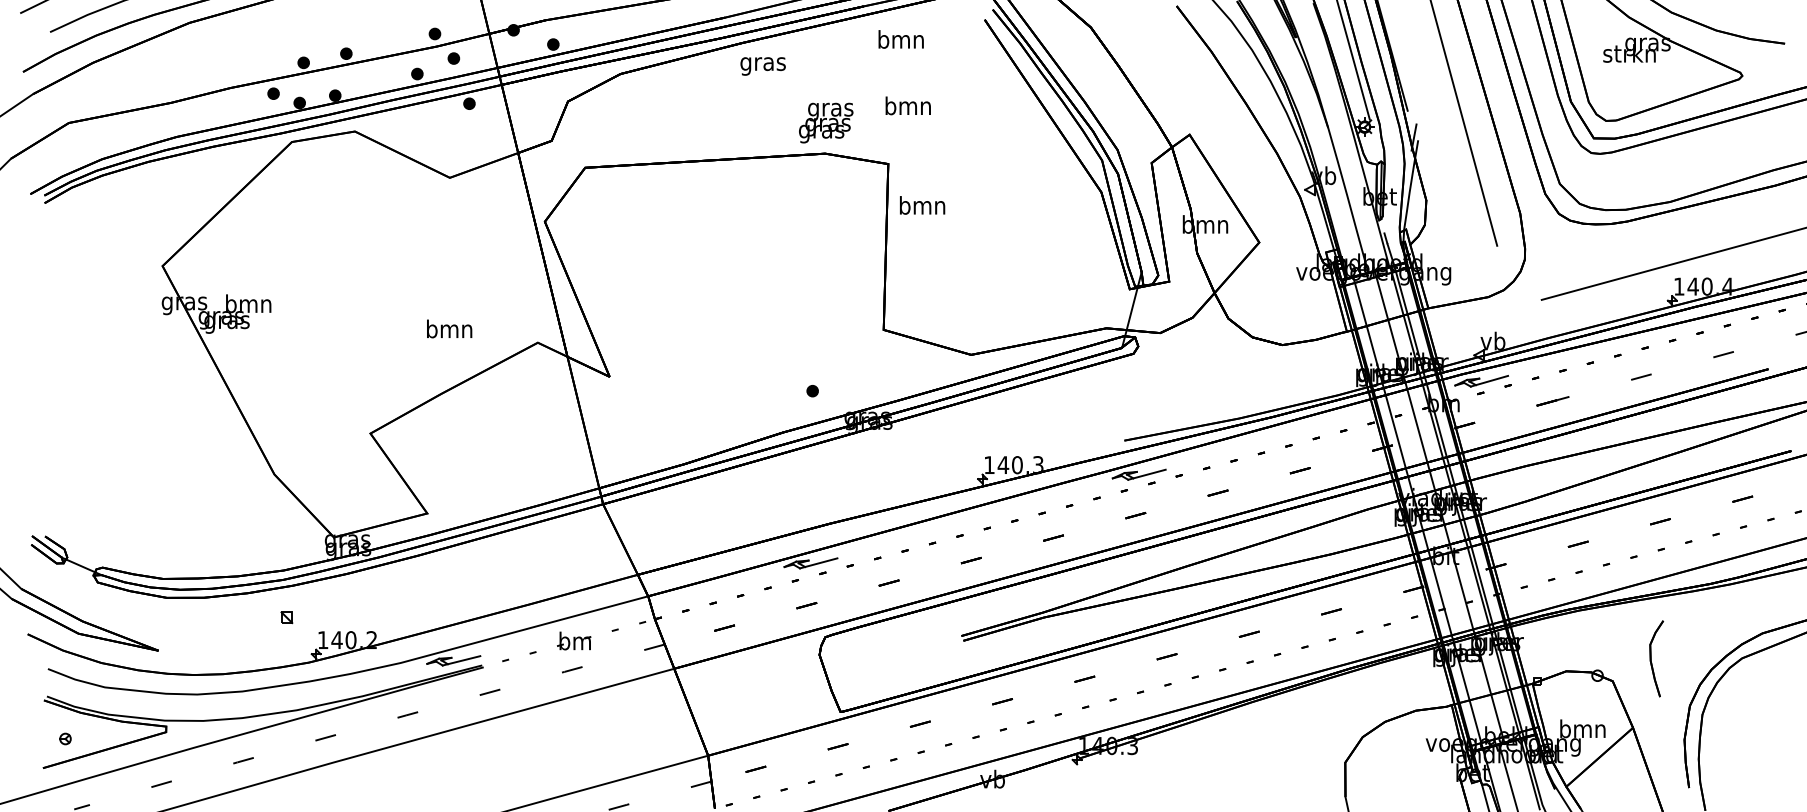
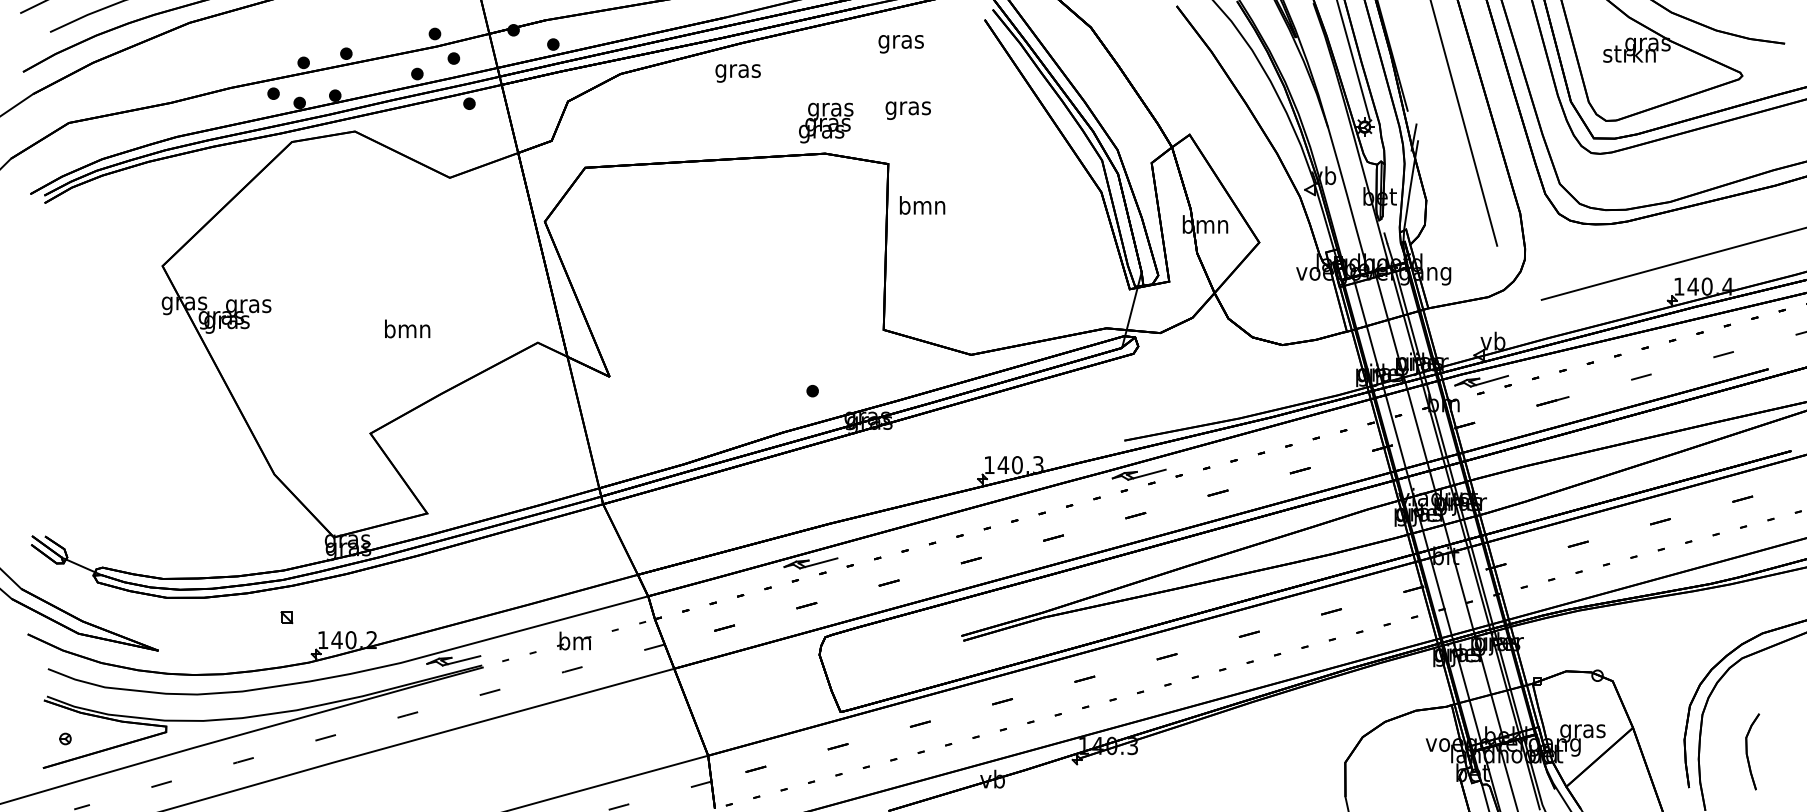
text at (900, 41): bmn -> gras
text at (762, 66) position: (762, 66) -> (737, 73)
text at (907, 107): bmn -> gras
text at (248, 305): bmn -> gras
text at (449, 328) position: (449, 328) -> (407, 328)
part at (1656, 658) position: (1656, 658) -> (1752, 751)
text at (1582, 730): bmn -> gras
